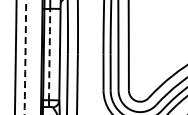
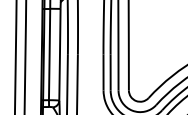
arc at (49, 54): dashed -> solid
arc at (25, 56): dashed -> solid
